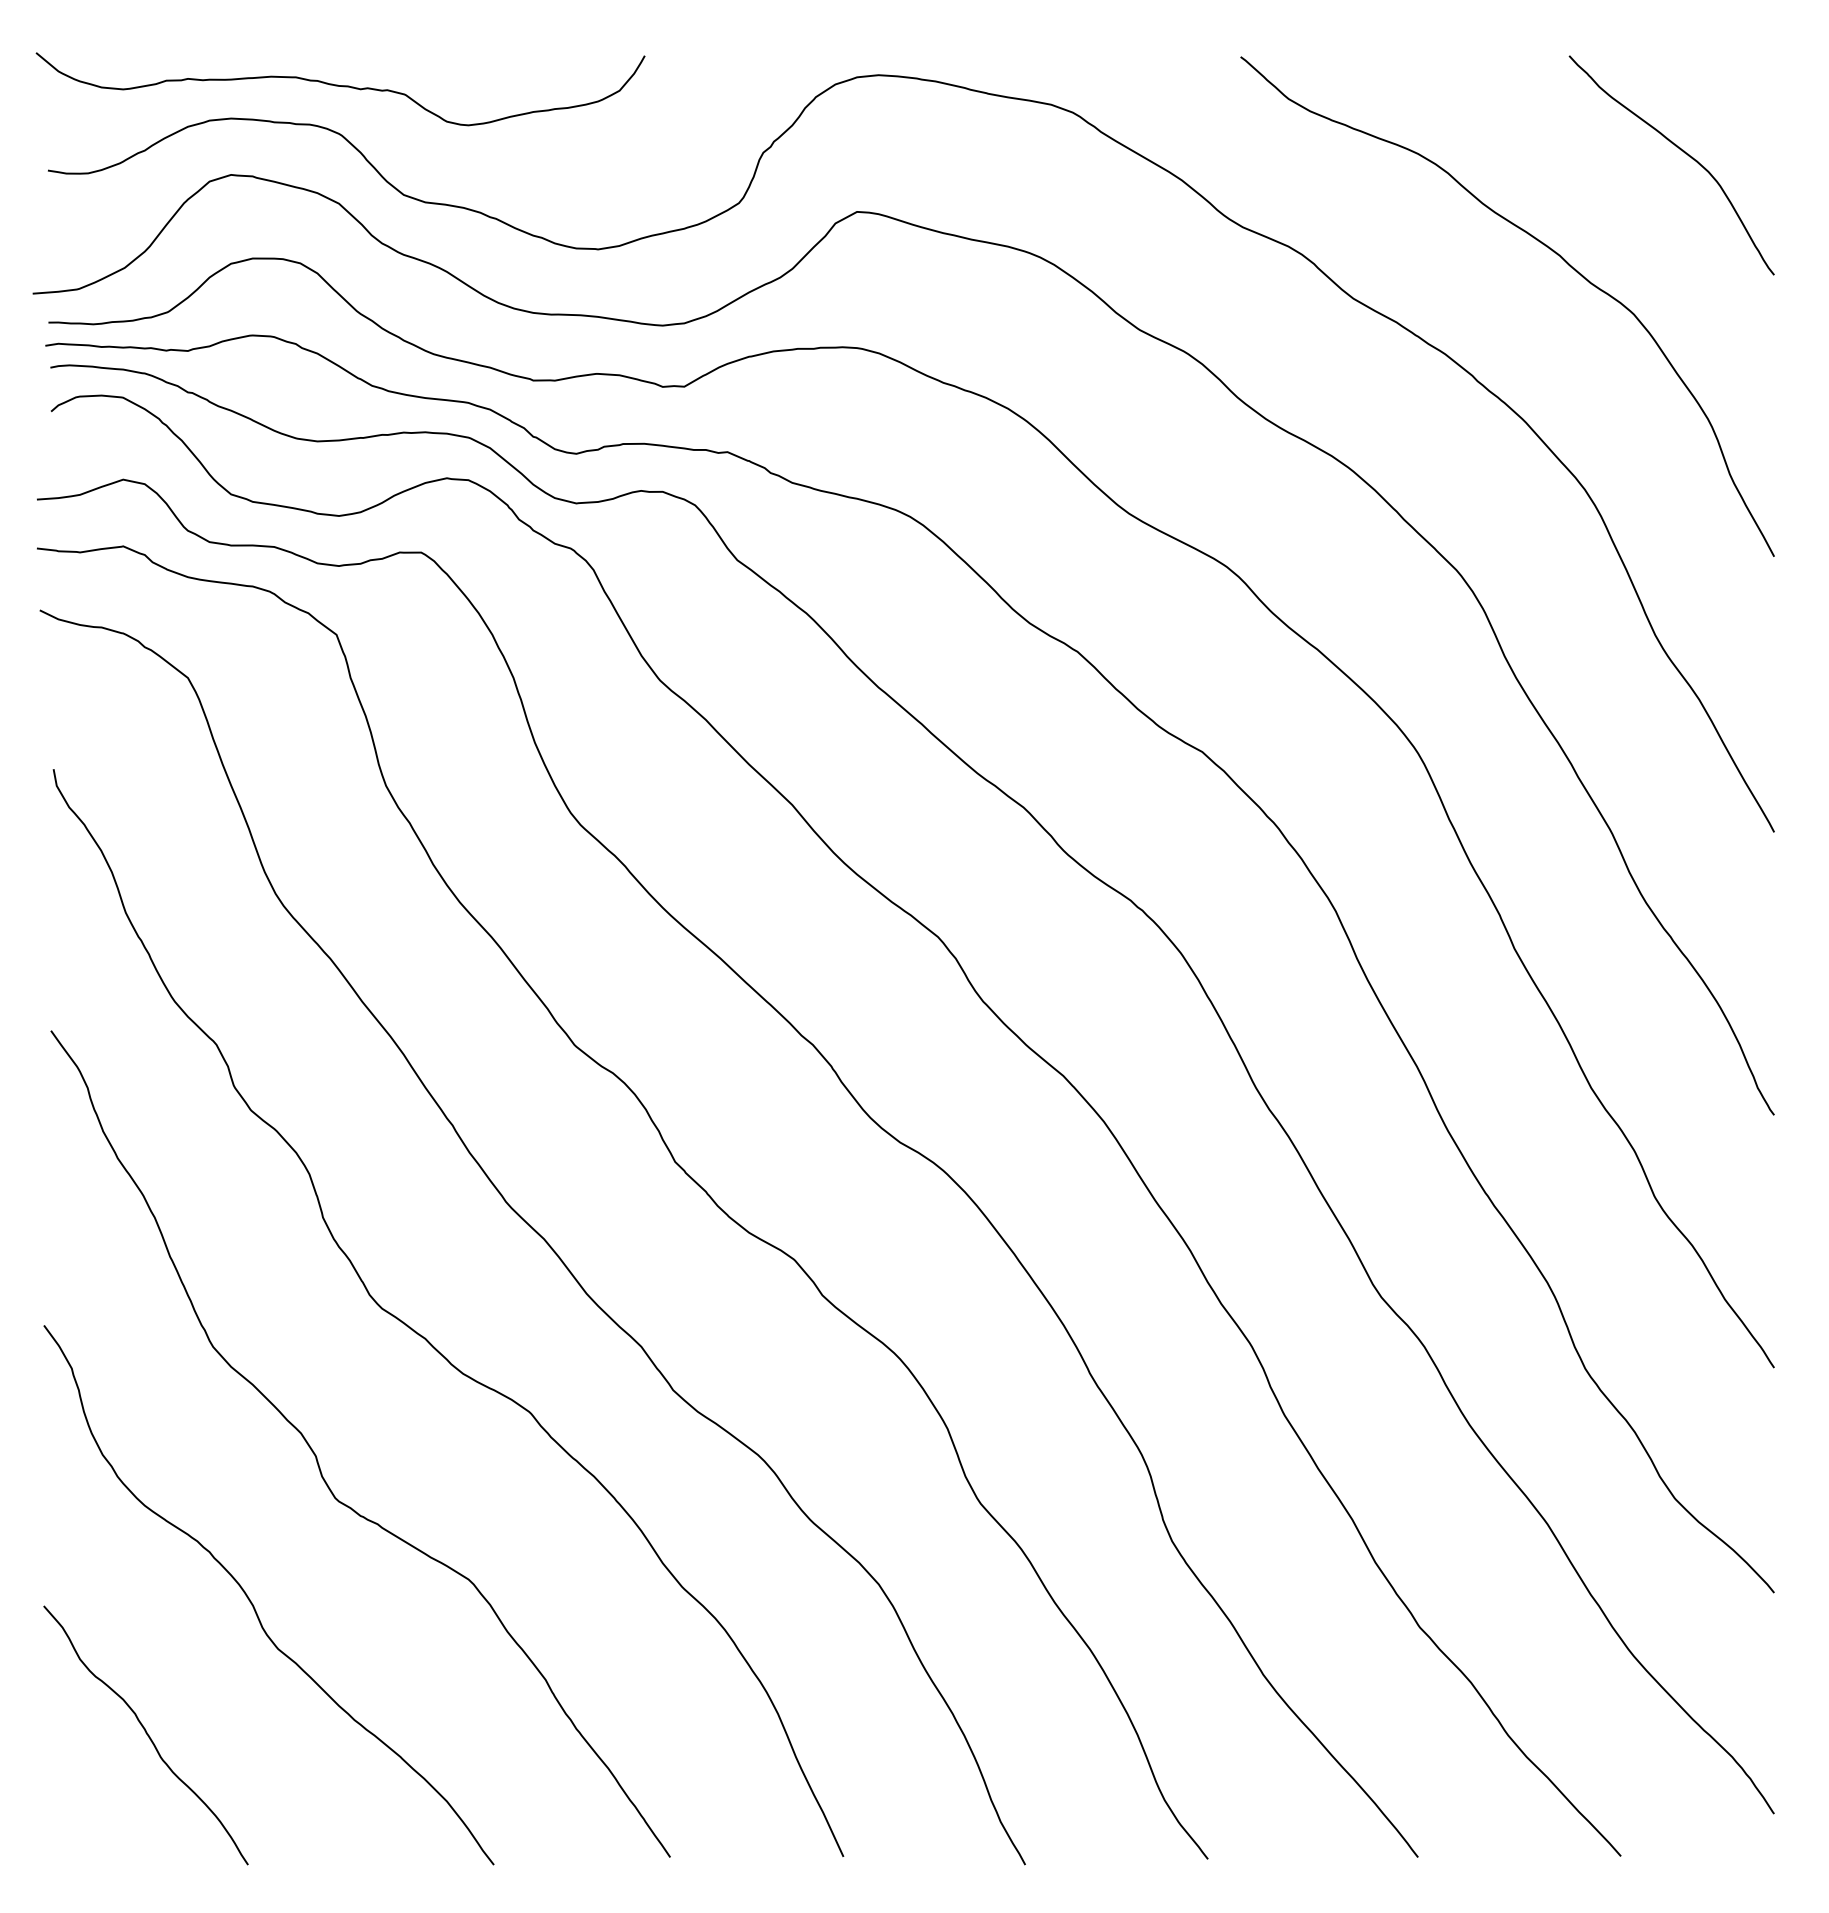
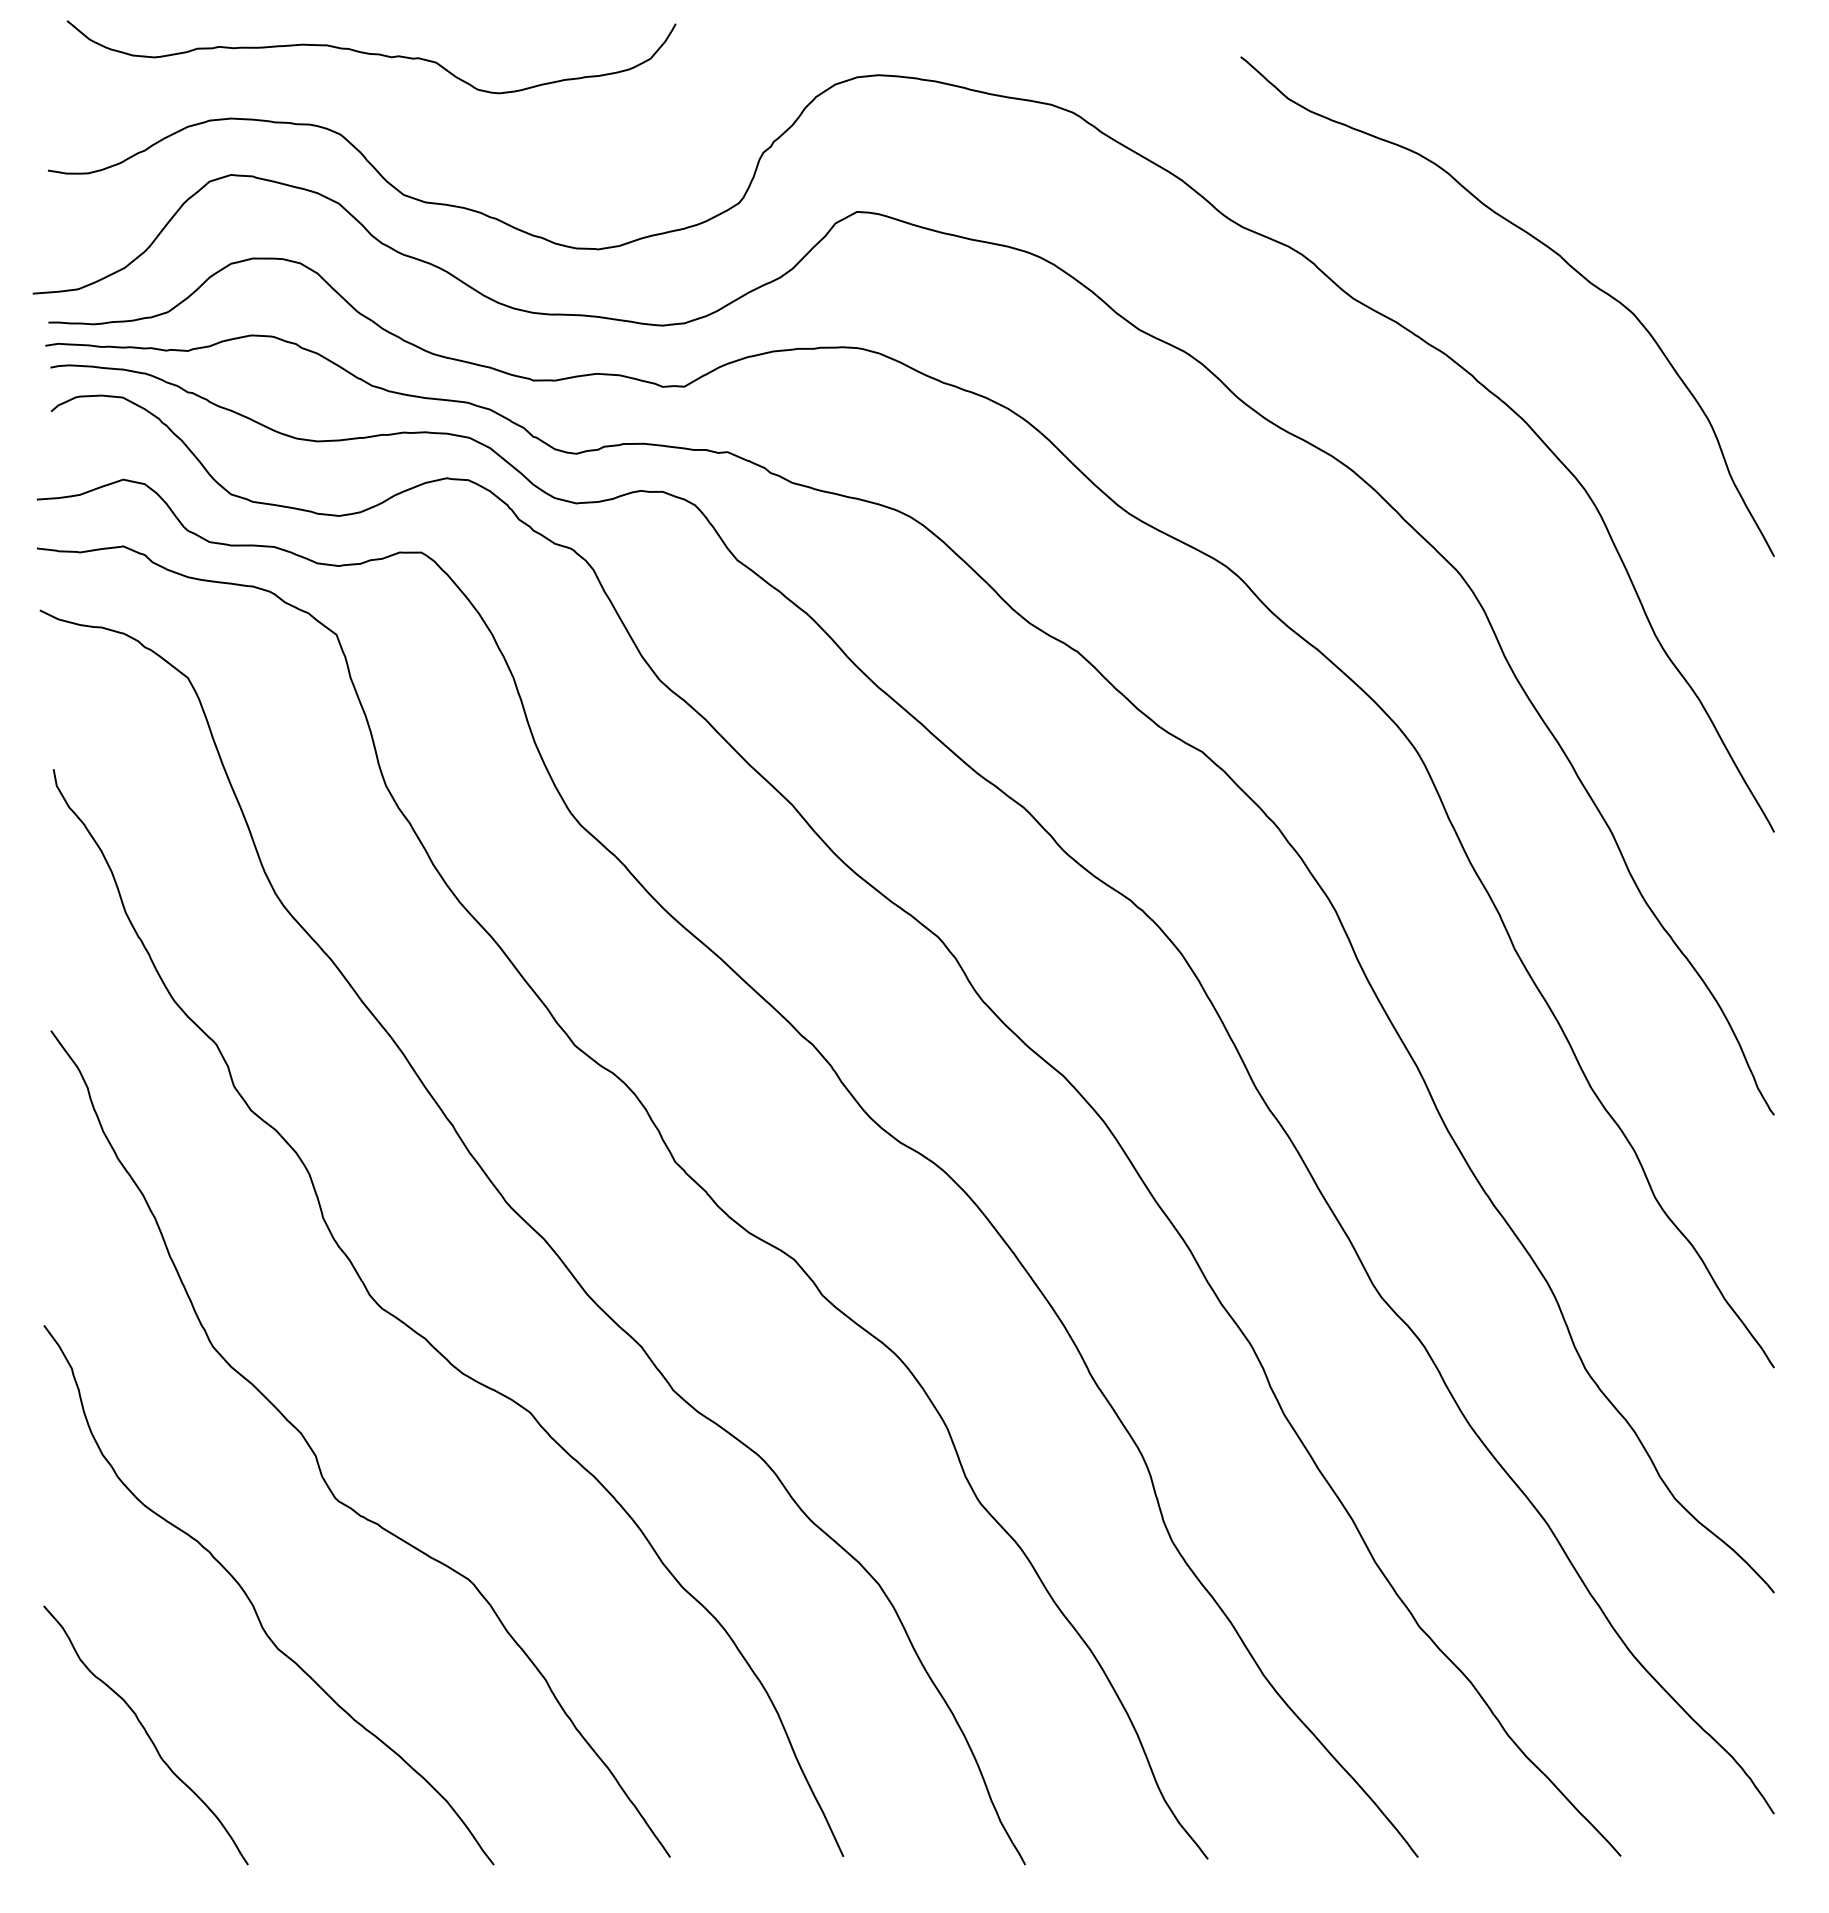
curve at (340, 86) position: (340, 86) -> (371, 54)
curve at (1680, 150): present -> none
